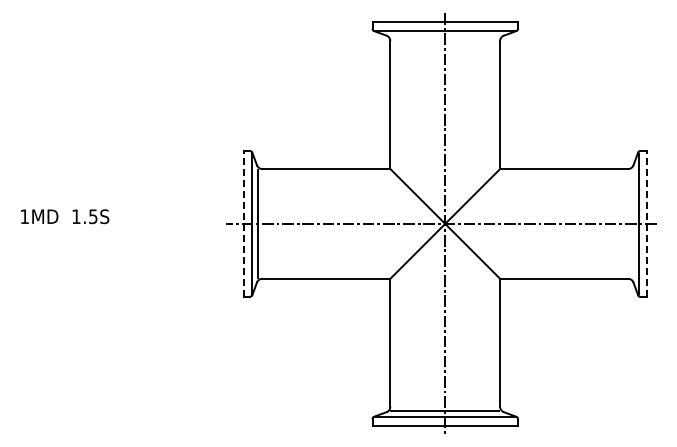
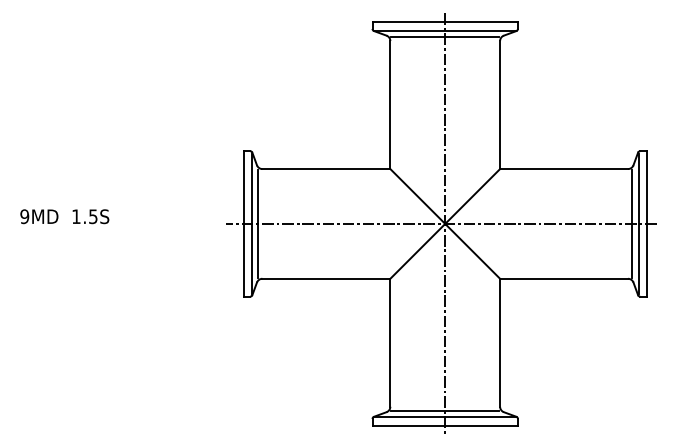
line at (445, 37): none -> present
text at (24, 216): 1MD -> 9MD
line at (243, 223): dashed -> solid
line at (632, 223): none -> present
line at (646, 223): dashed -> solid
